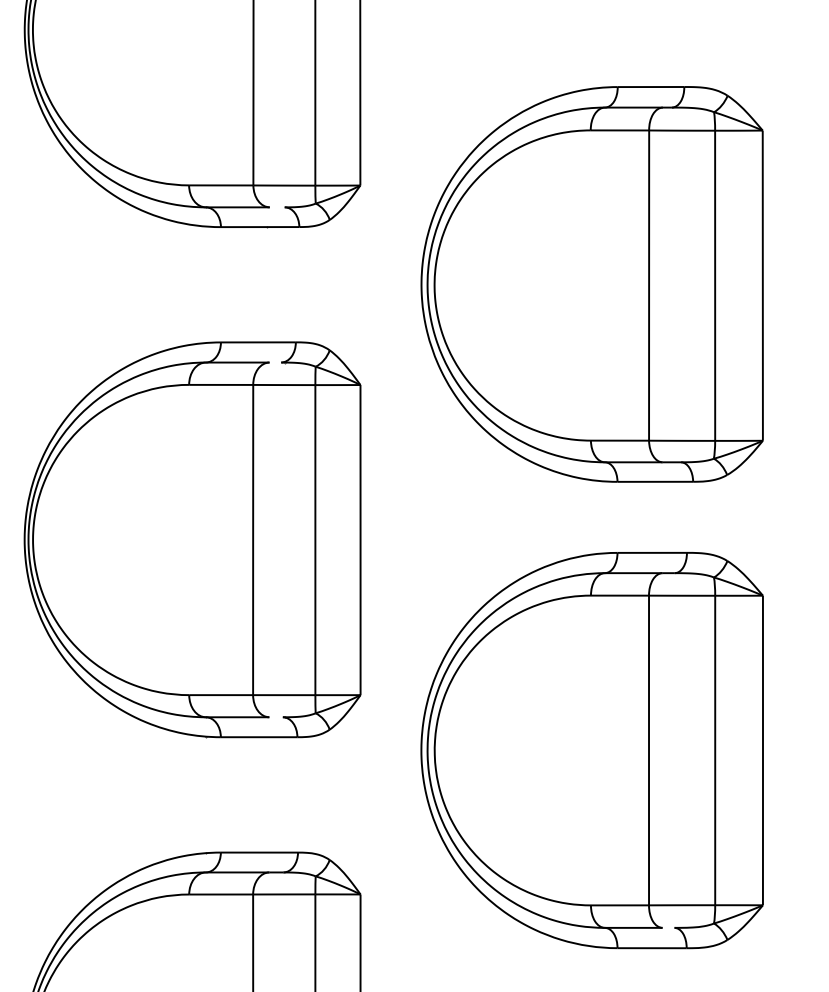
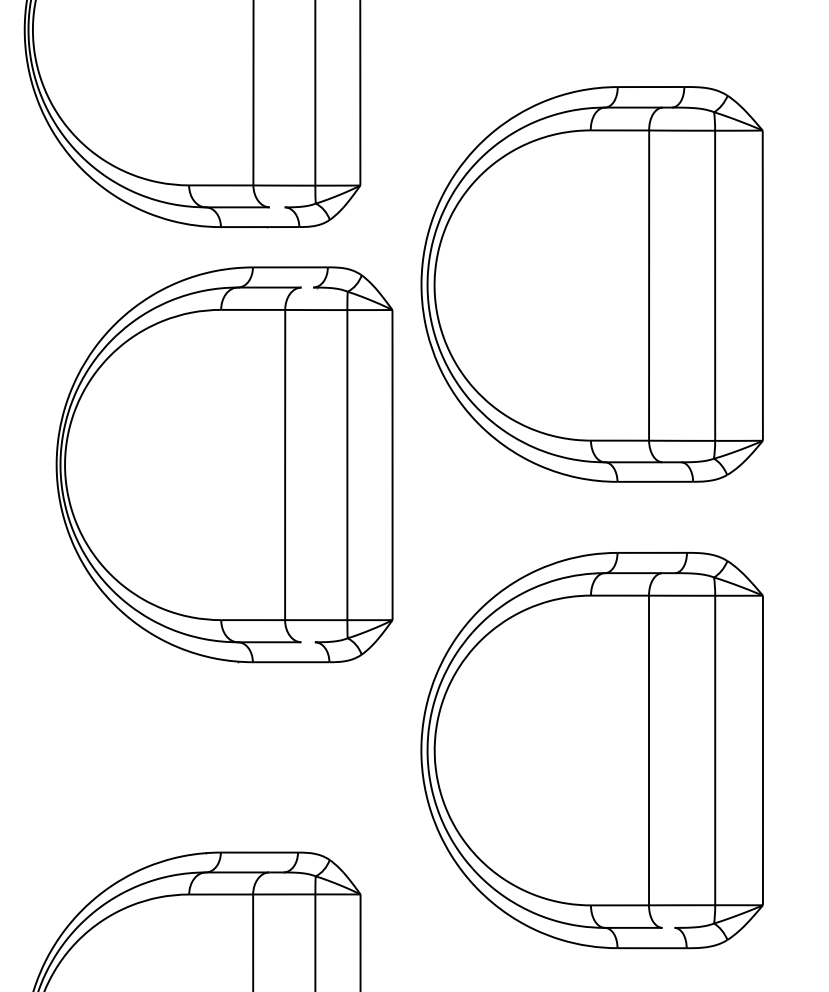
part at (192, 539) position: (192, 539) -> (224, 464)
